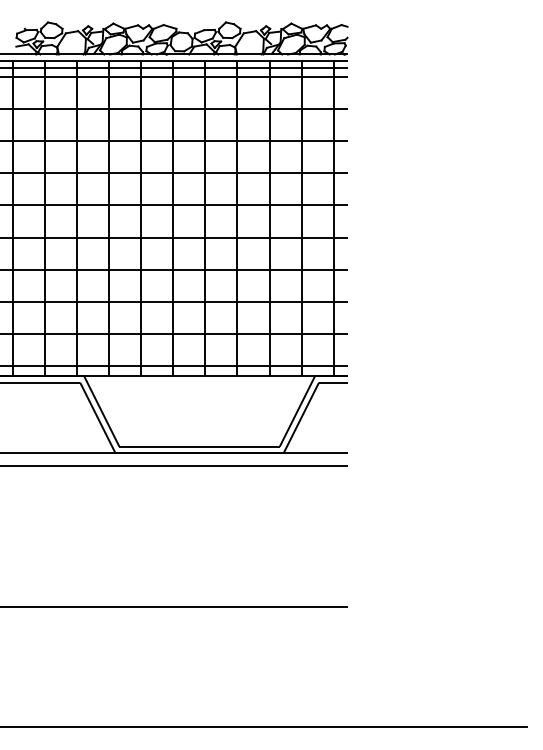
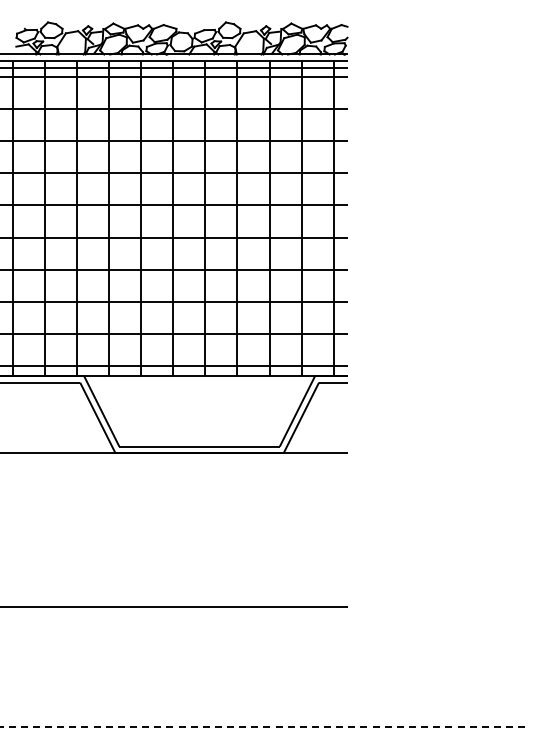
line at (174, 465): present -> none
line at (263, 727): solid -> dashed
